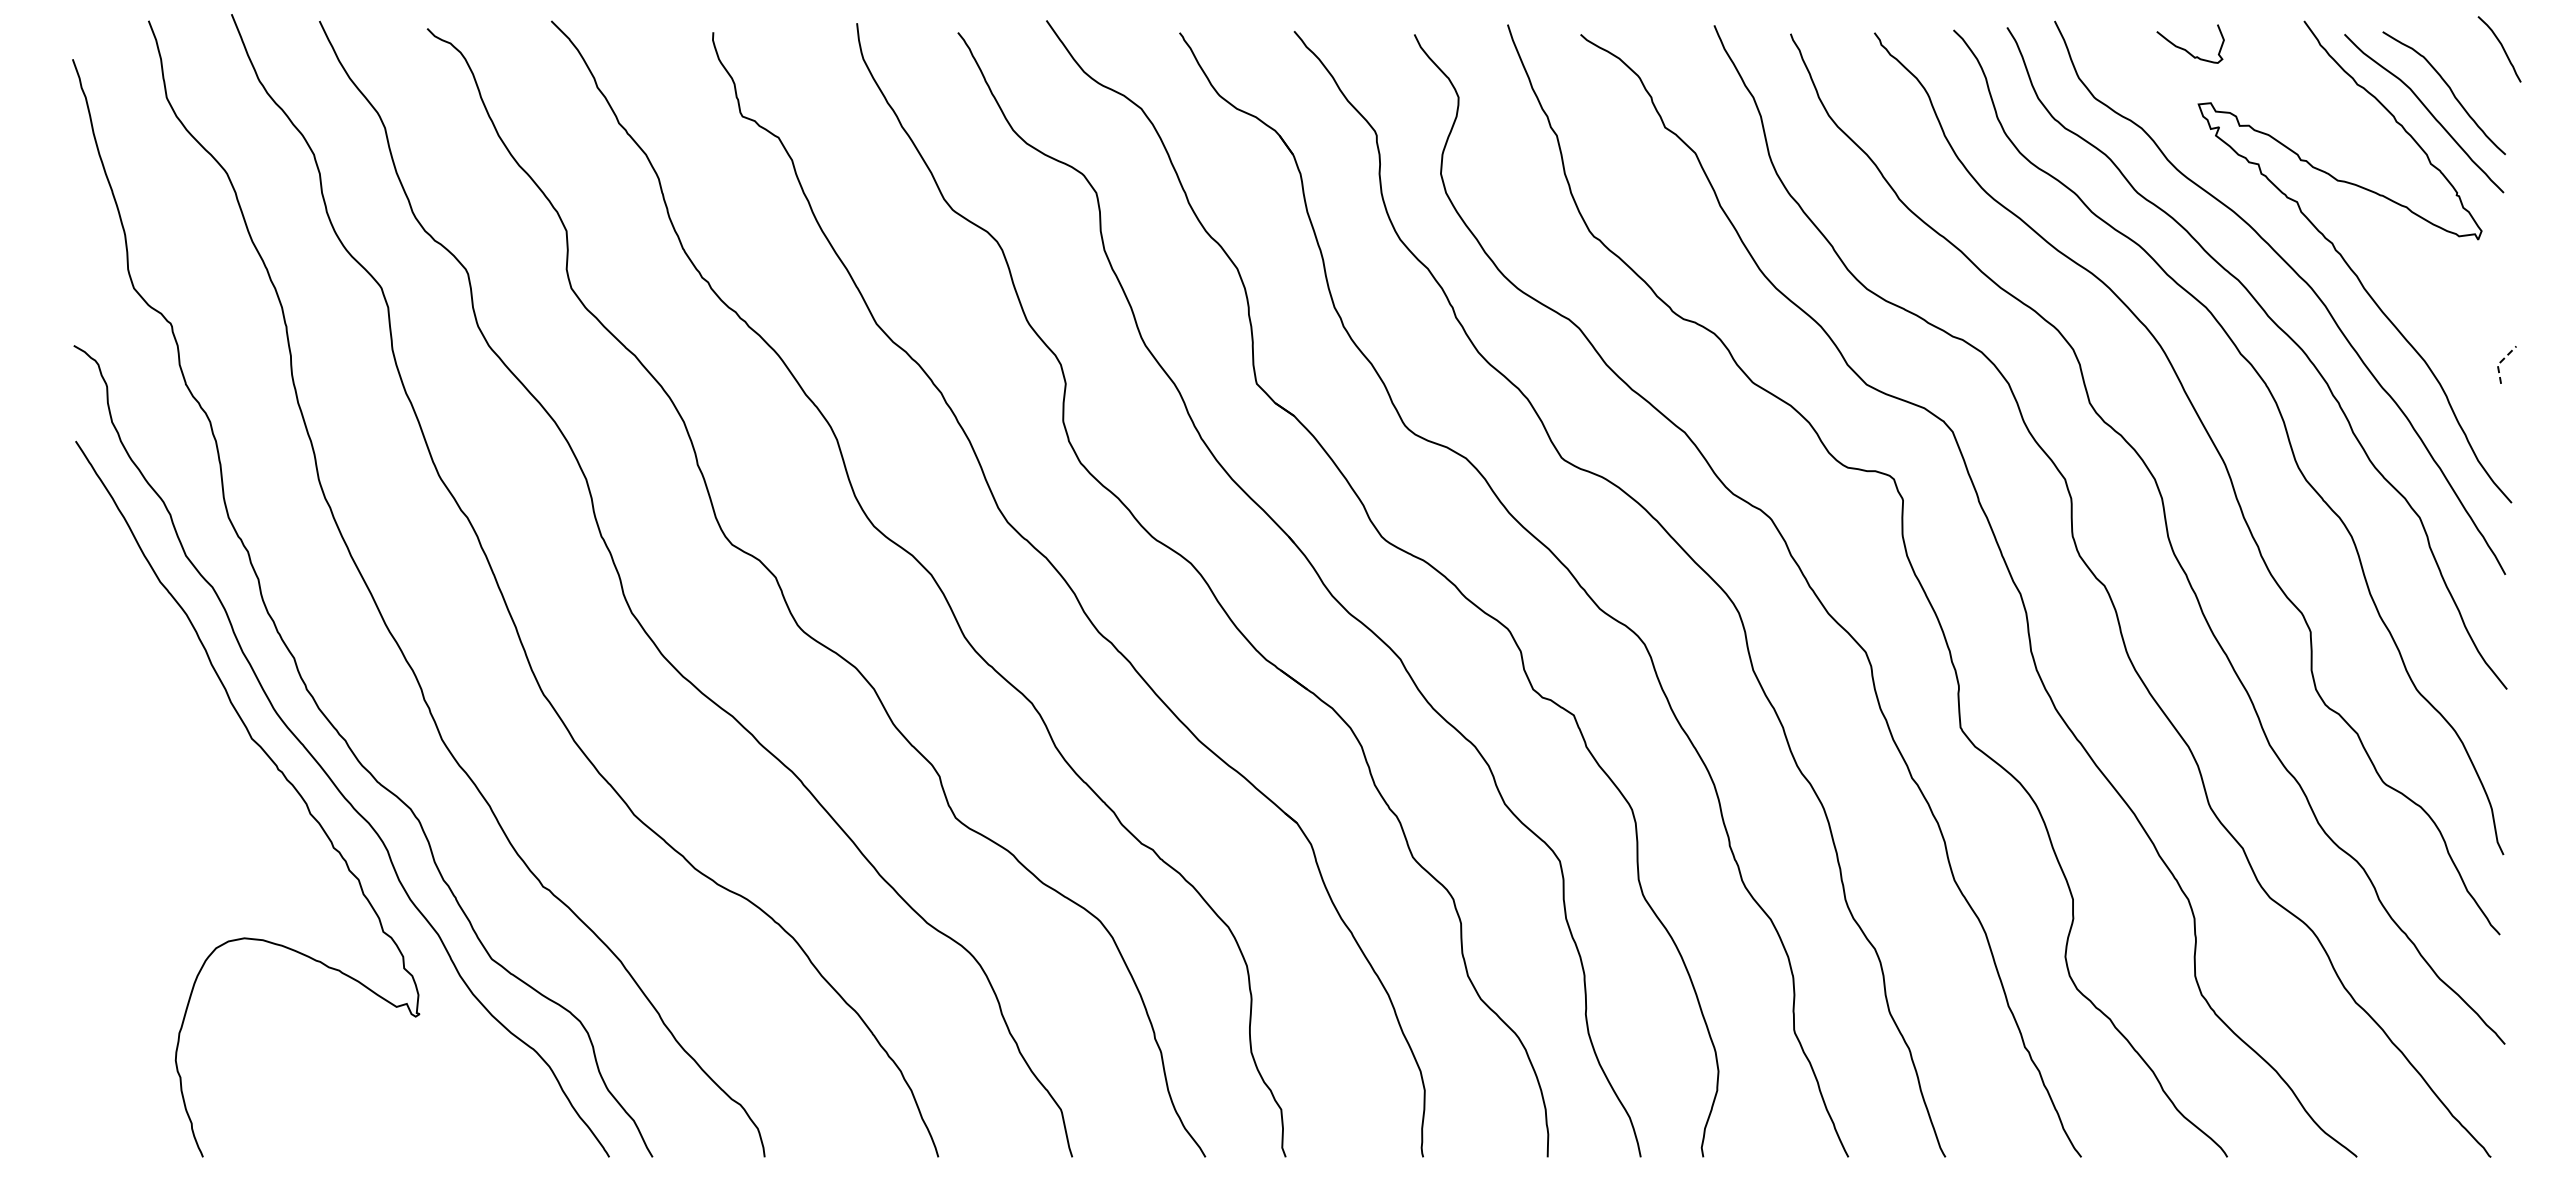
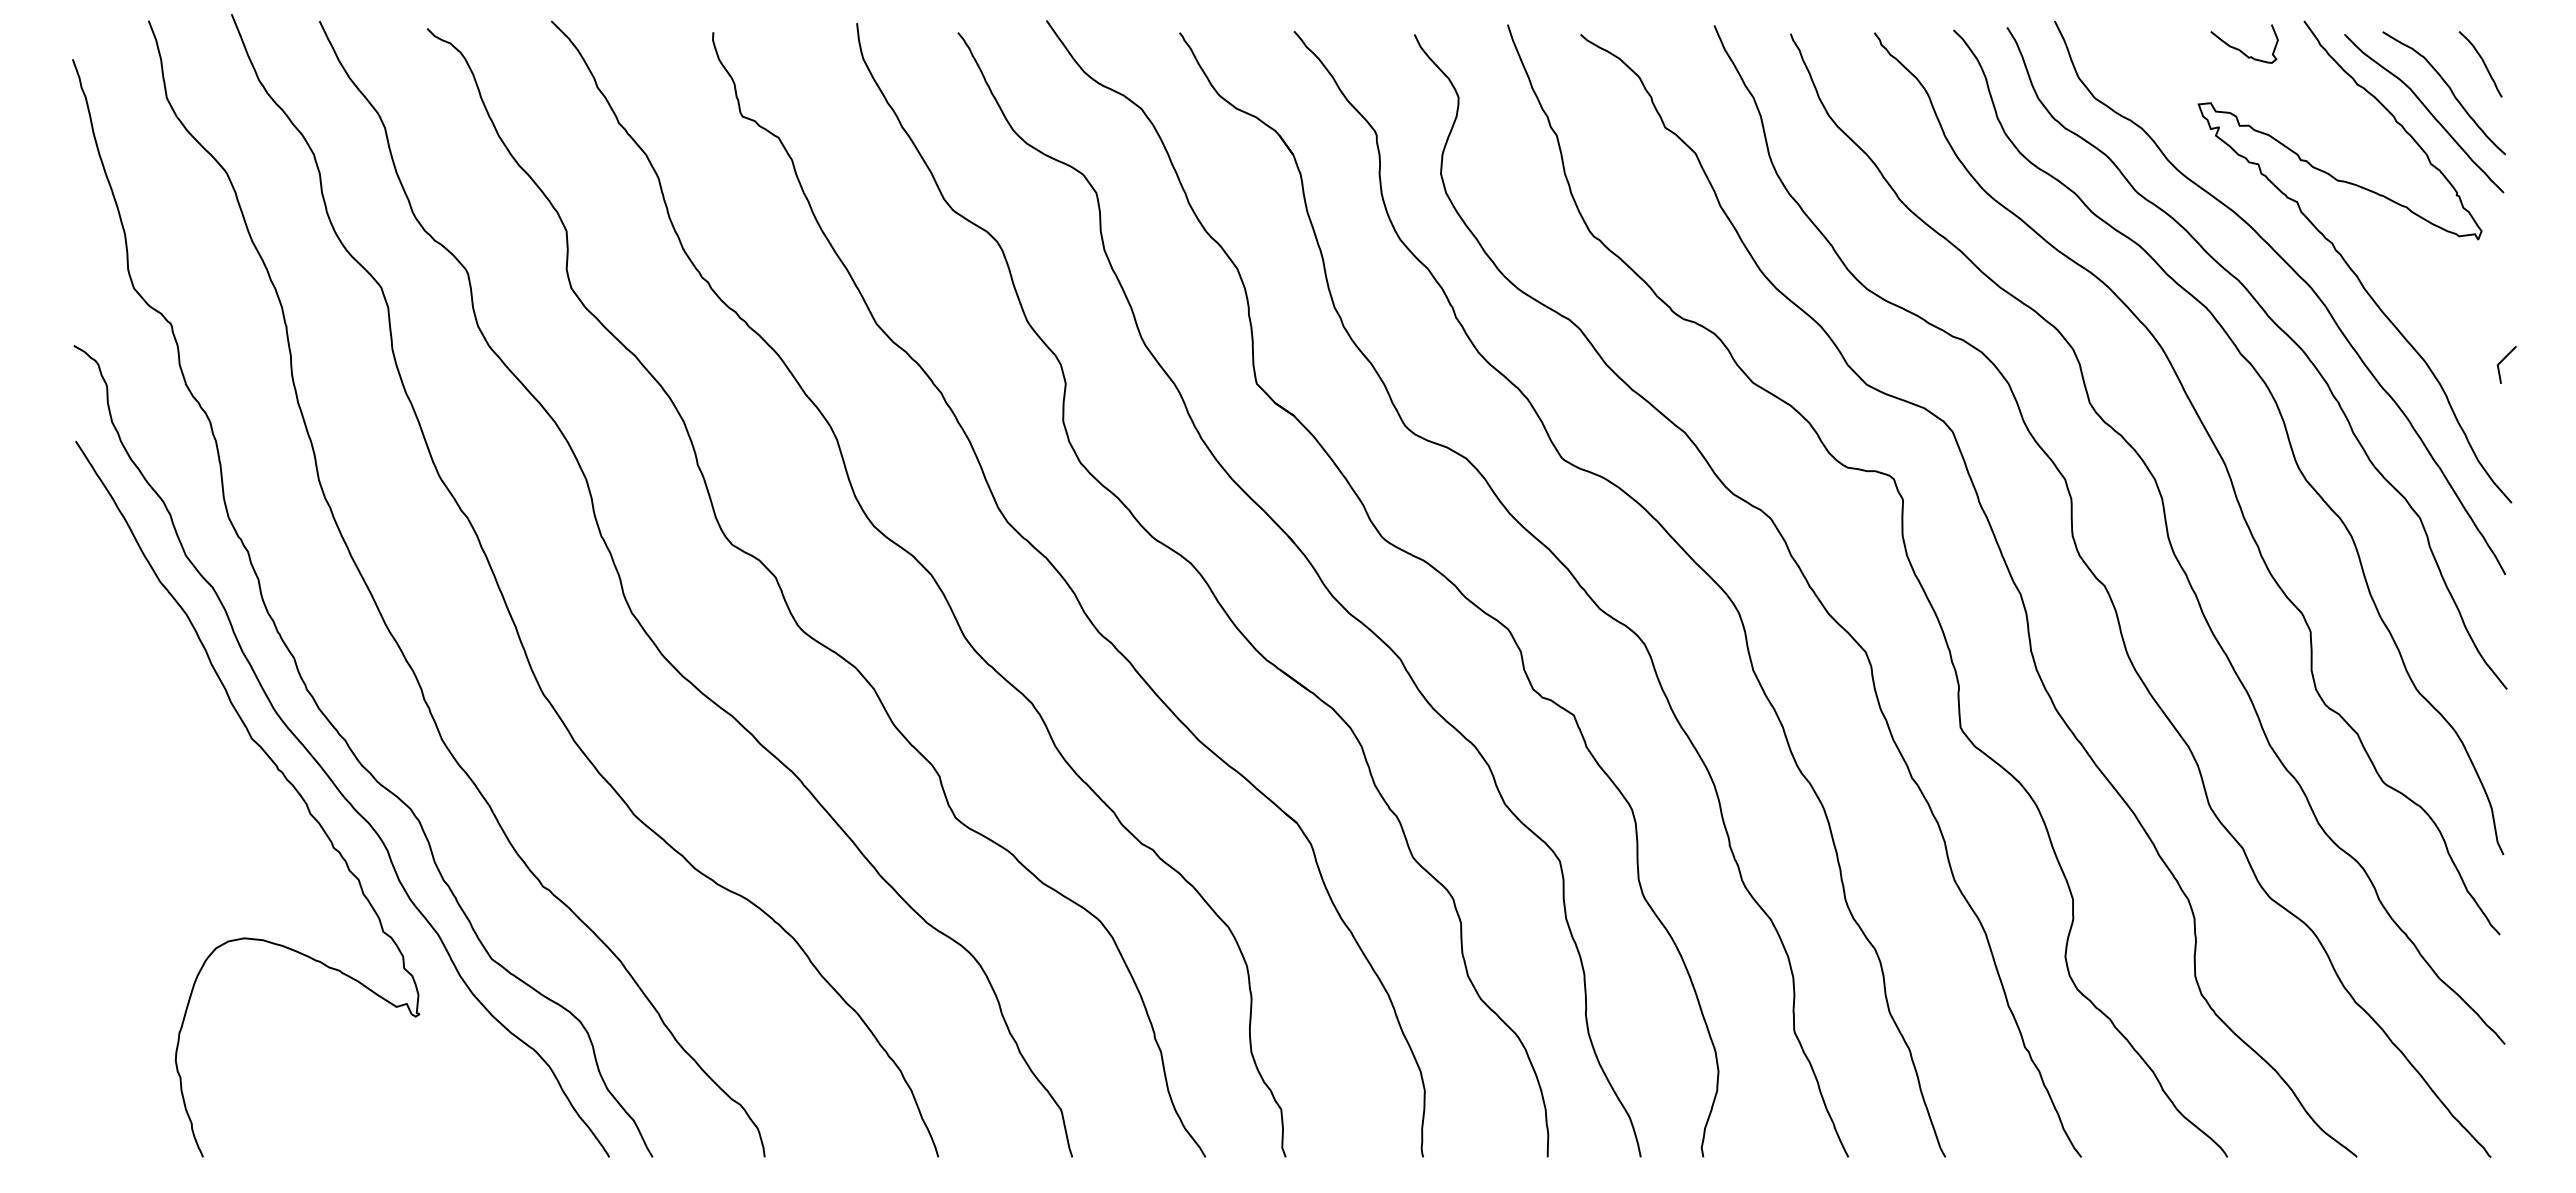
curve at (2501, 47) position: (2501, 47) -> (2482, 62)
curve at (2186, 49) position: (2186, 49) -> (2240, 49)
line at (2500, 362): dashed -> solid
